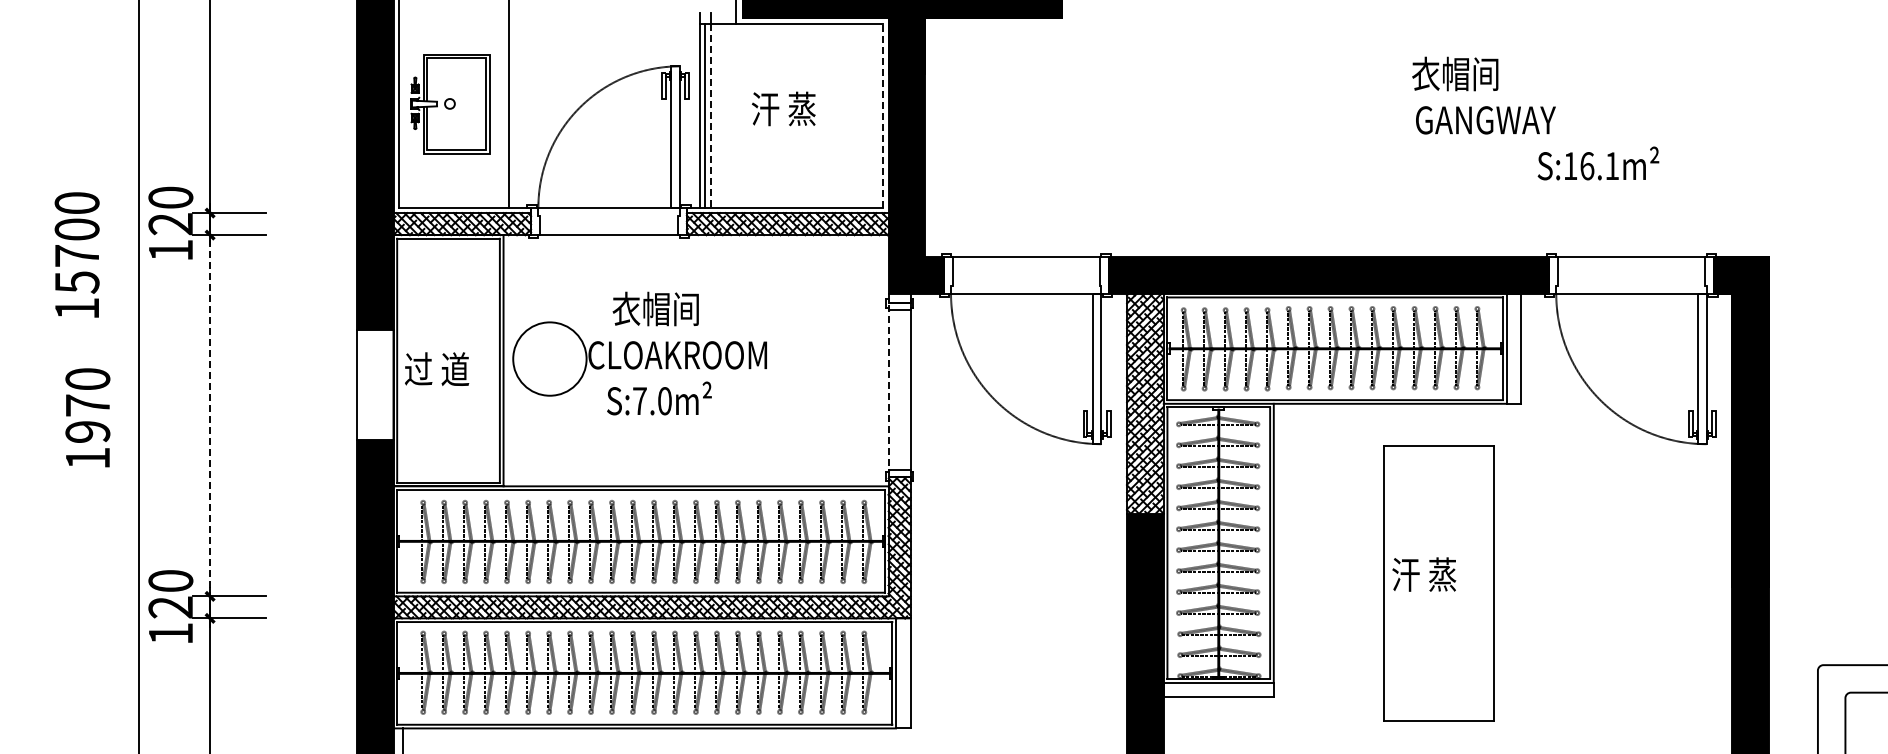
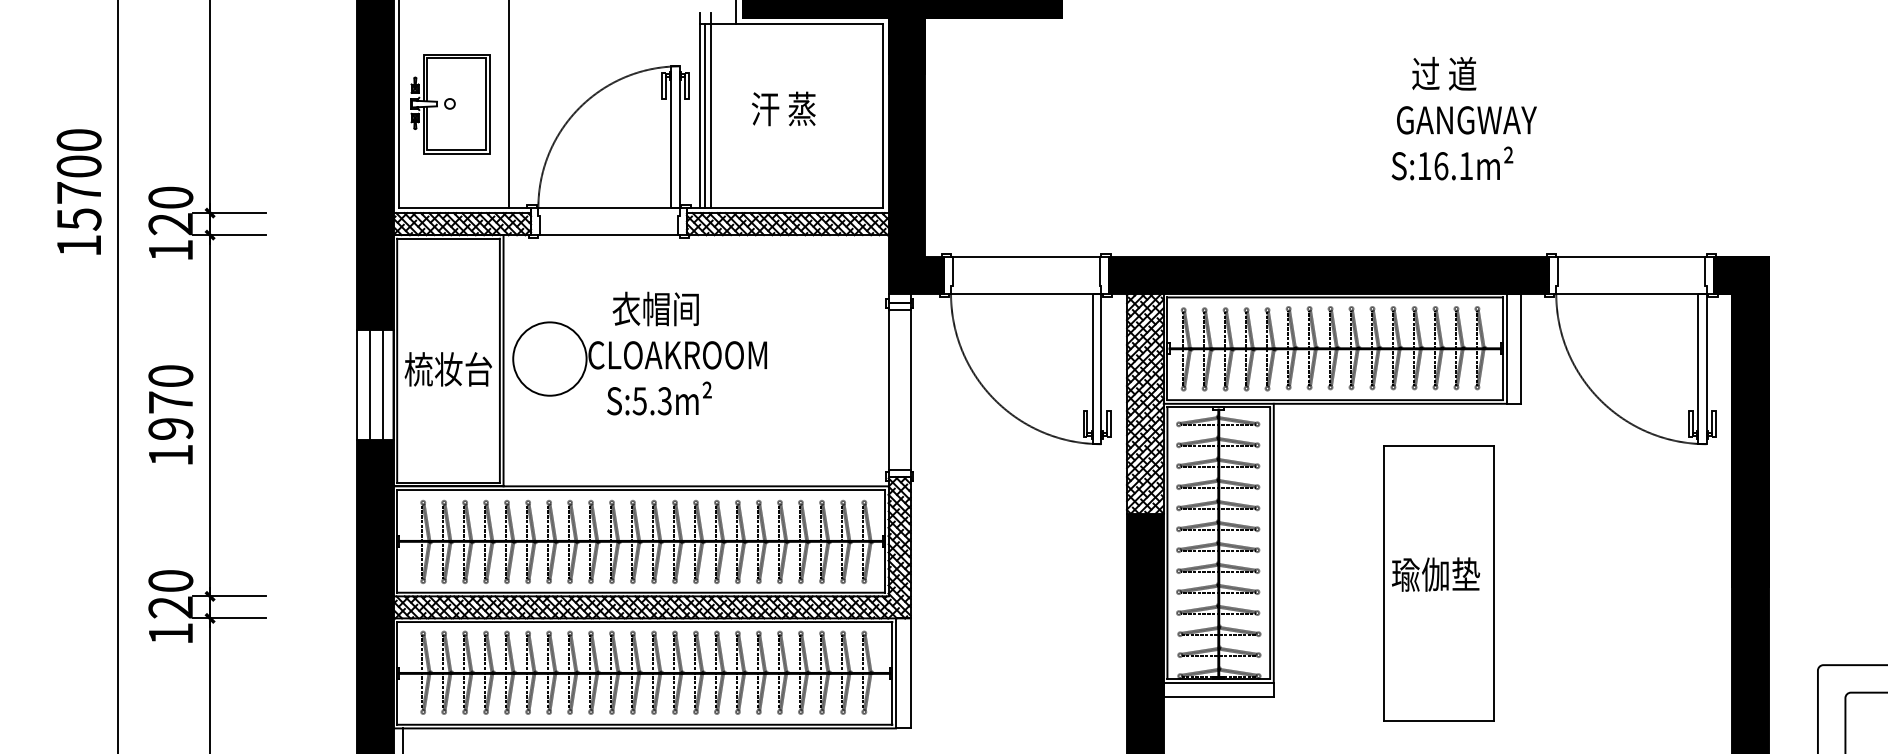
text at (1455, 73): 衣帽间 -> 过 道
line at (710, 115): dashed -> solid
line at (883, 115): dashed -> solid
text at (1485, 120) position: (1485, 120) -> (1466, 120)
text at (1598, 163) position: (1598, 163) -> (1452, 163)
text at (76, 254) position: (76, 254) -> (78, 191)
text at (447, 369): 过 道 -> 梳妆台
line at (139, 376) position: (139, 376) -> (118, 376)
line at (369, 385): none -> present
line at (382, 385): none -> present
line at (888, 389): dashed -> solid
text at (651, 401): S:7.0m² -> S:5.3m²
line at (210, 416): dashed -> solid
text at (87, 417) position: (87, 417) -> (170, 414)
text at (1436, 574): 汗 蒸 -> 瑜伽垫
